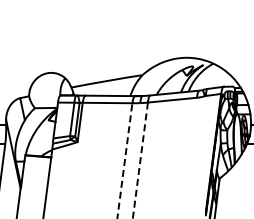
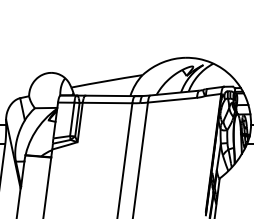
line at (124, 160): dashed -> solid
line at (140, 160): dashed -> solid
